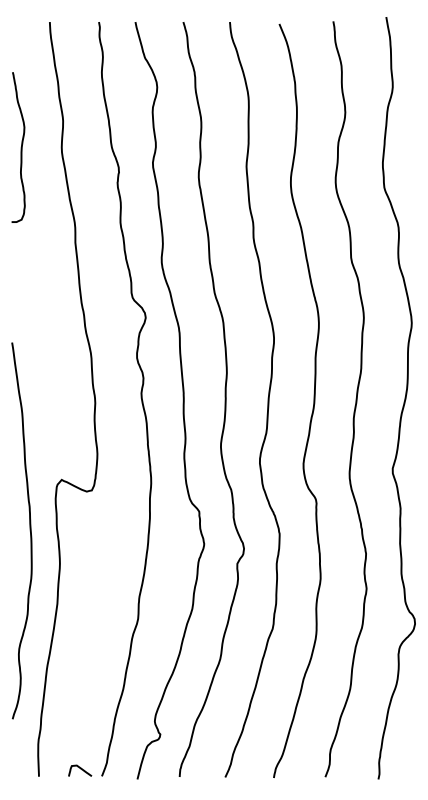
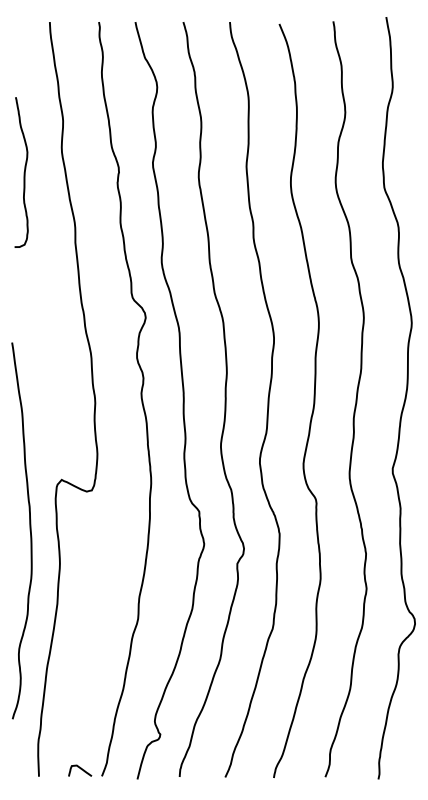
curve at (20, 147) position: (20, 147) -> (23, 172)
